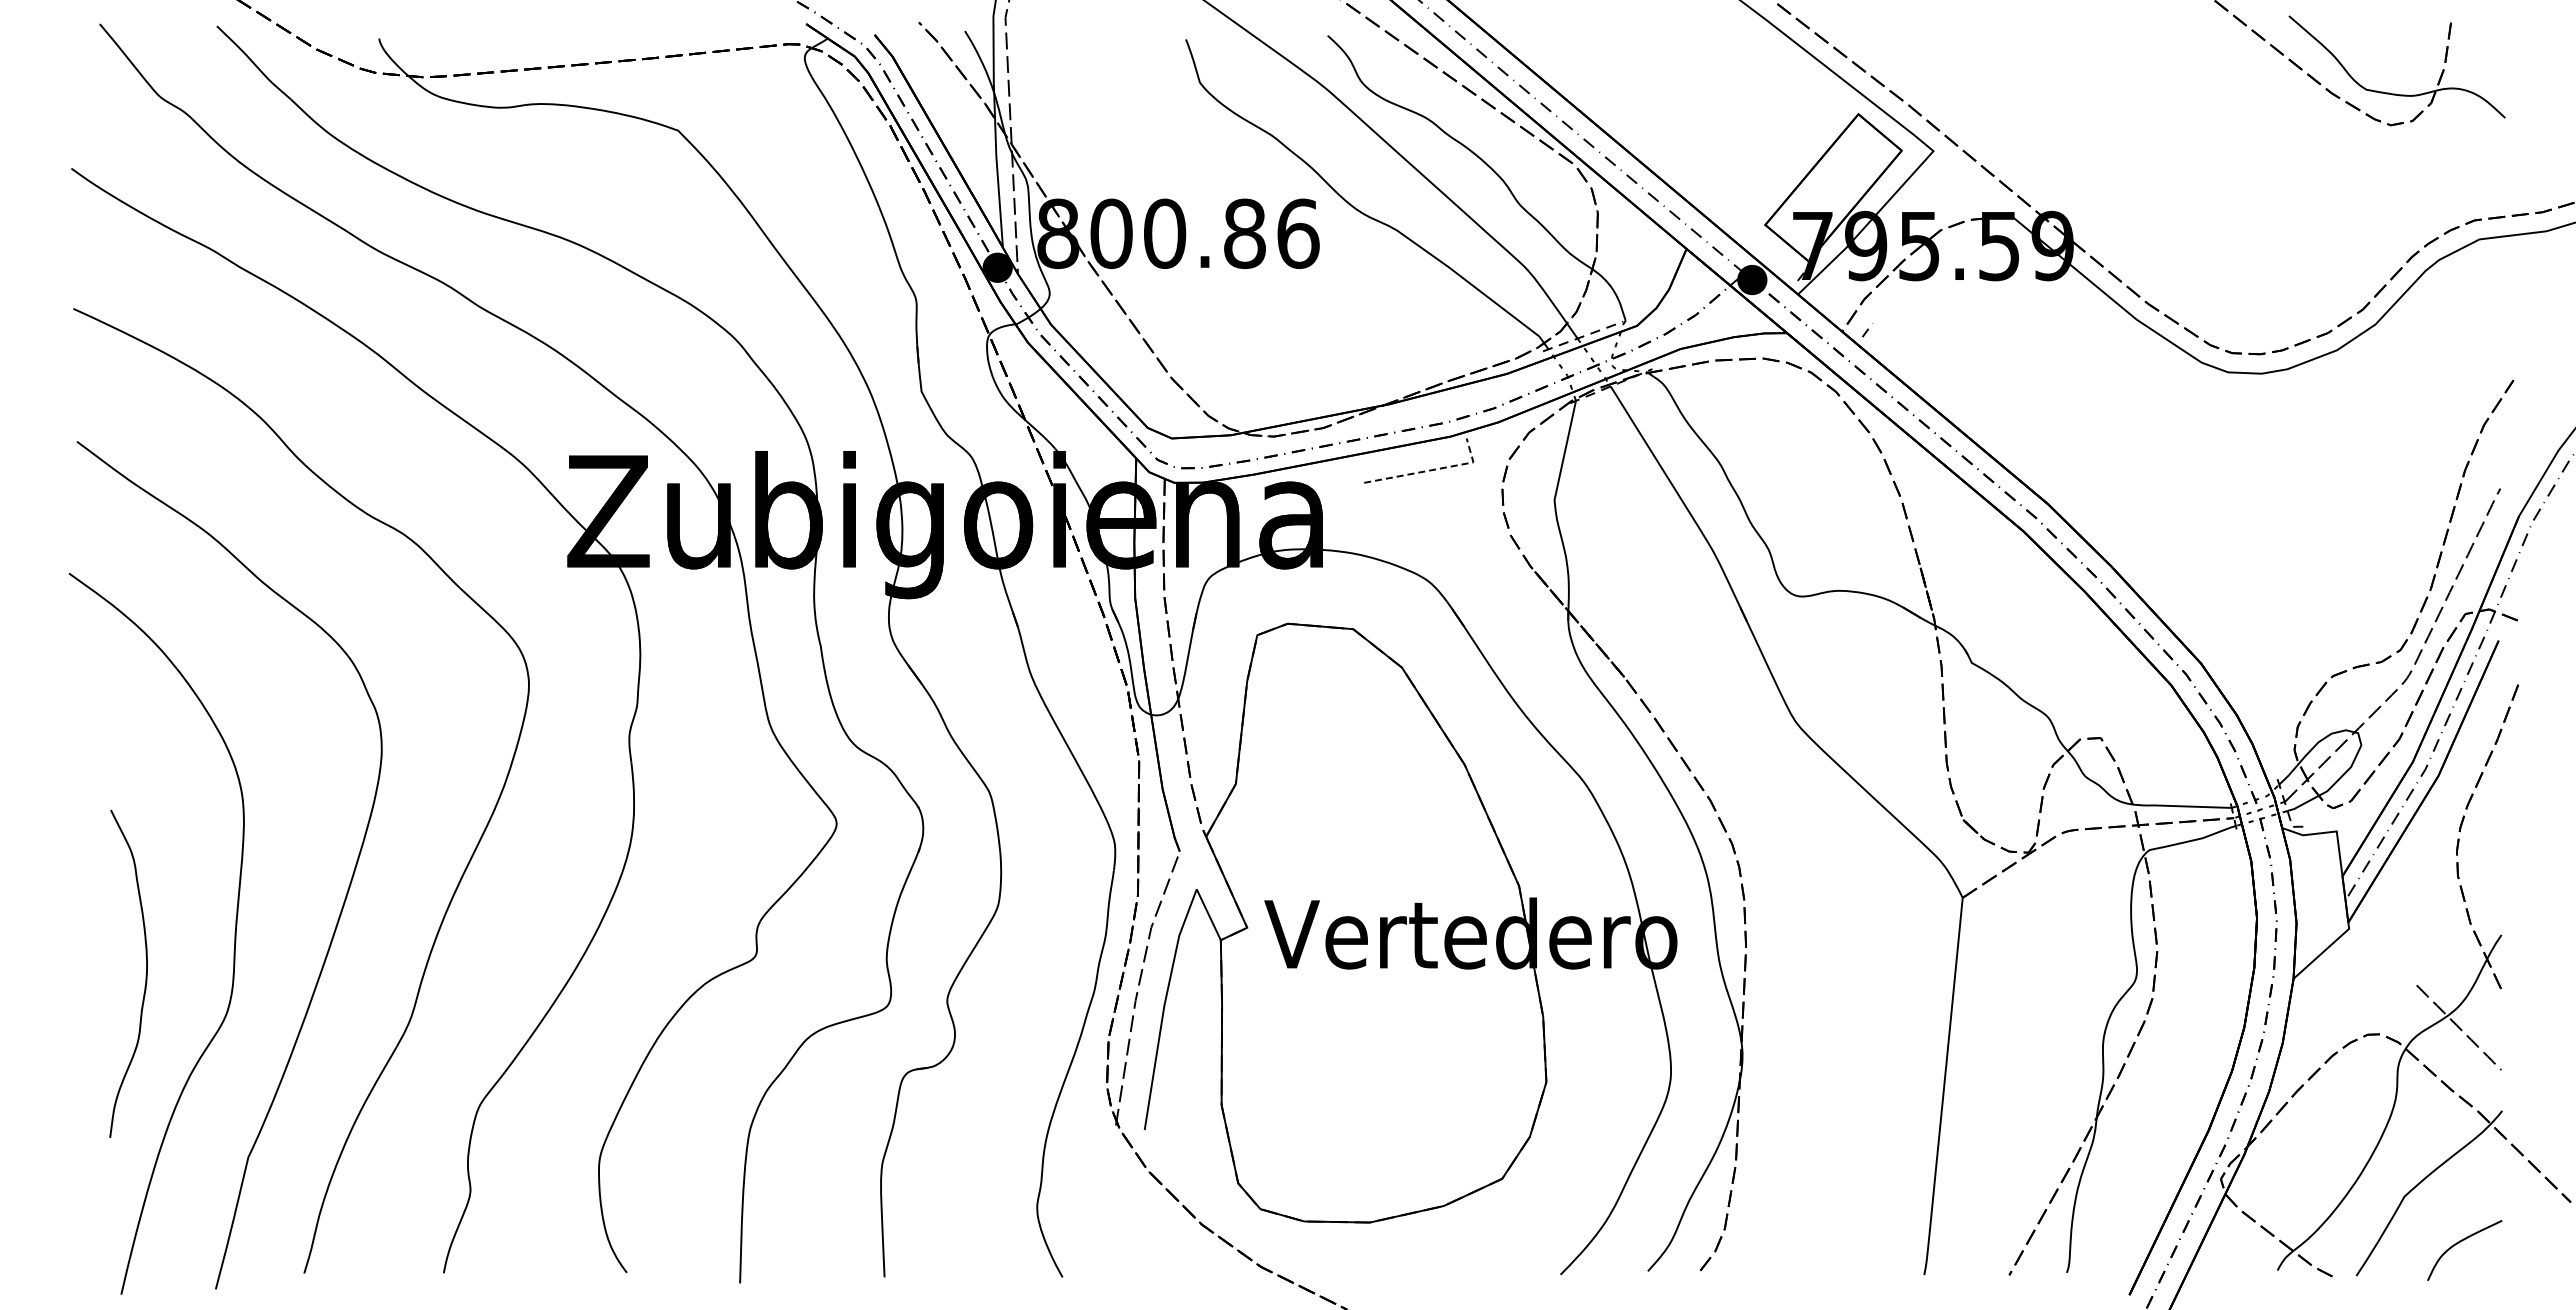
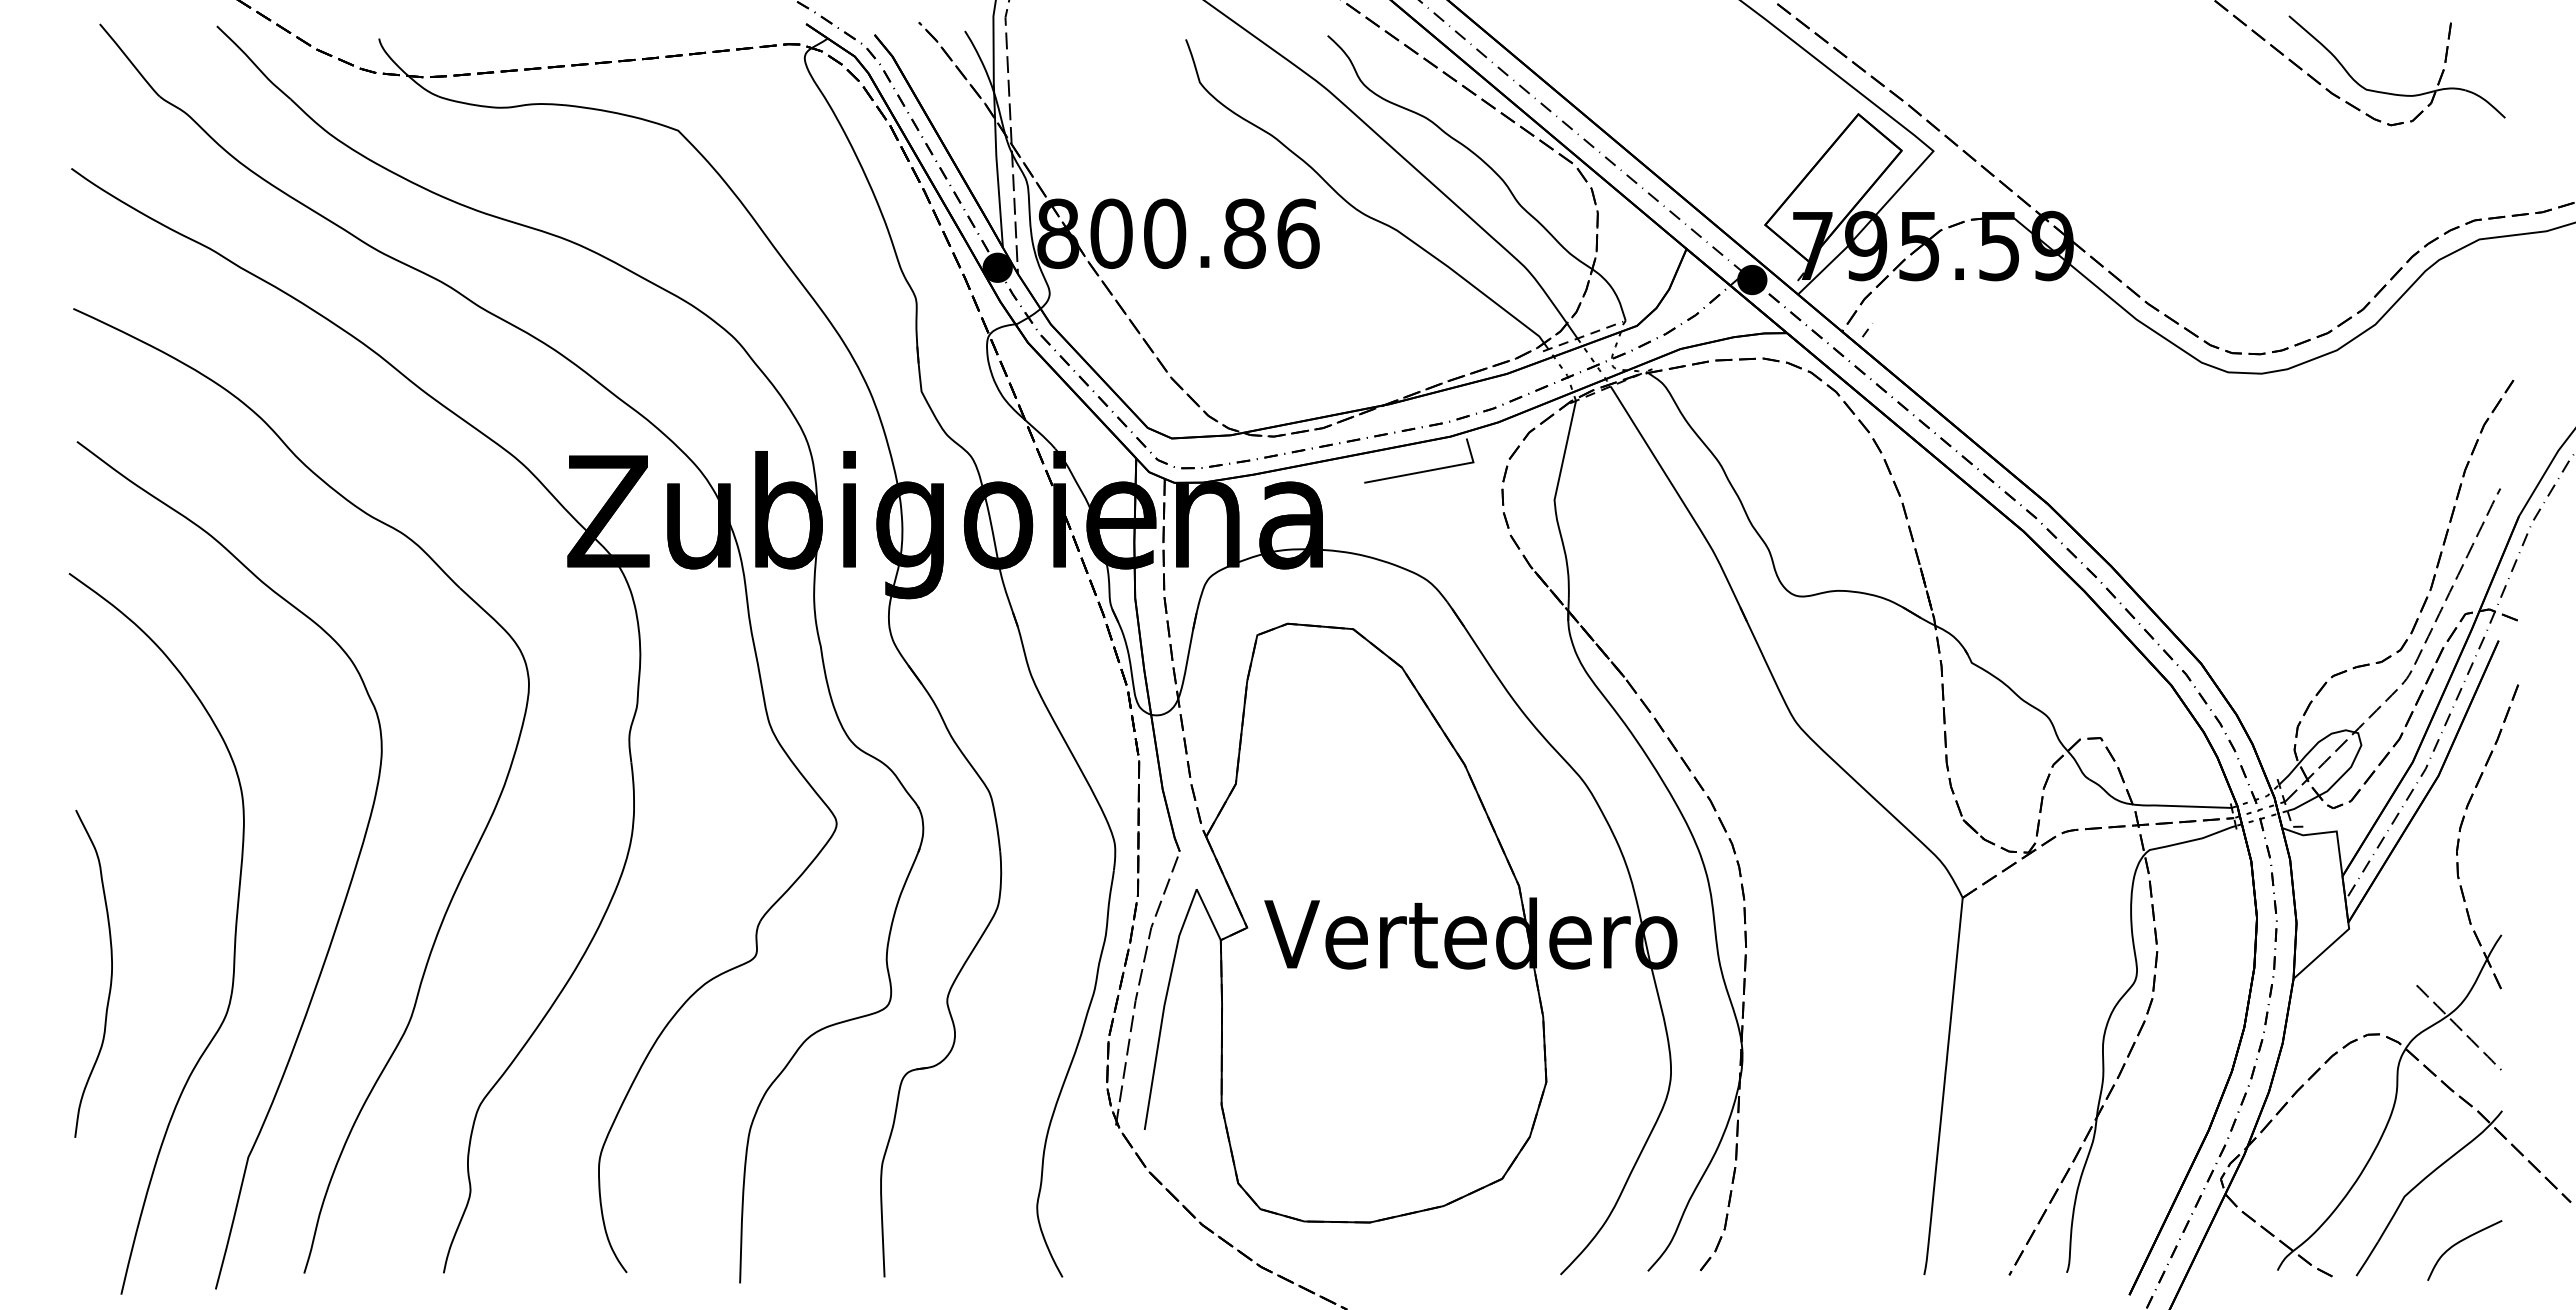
line at (1431, 470): dashed -> solid
curve at (145, 975) position: (145, 975) -> (110, 975)
